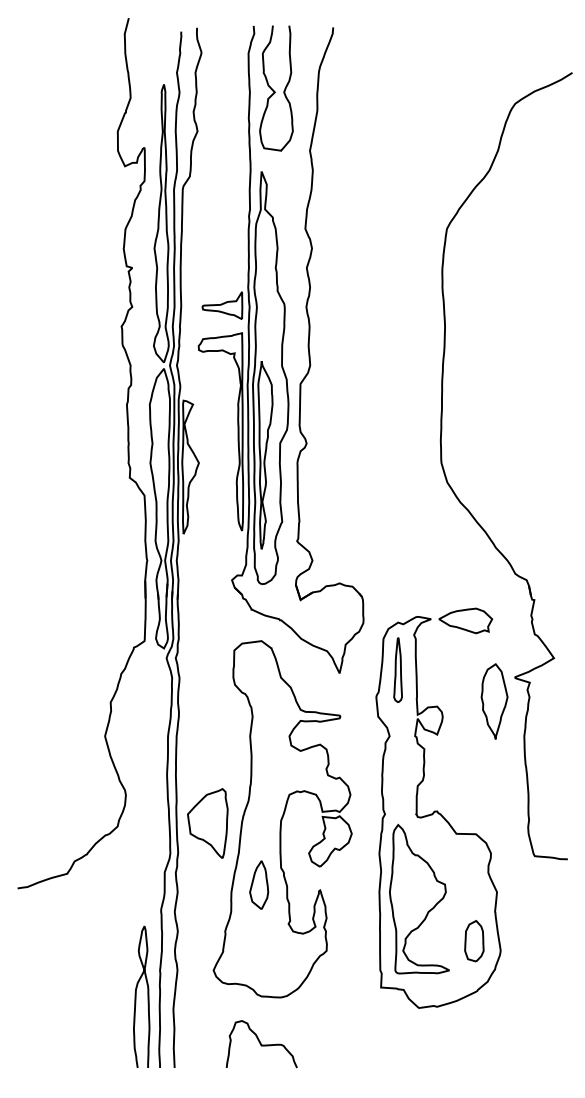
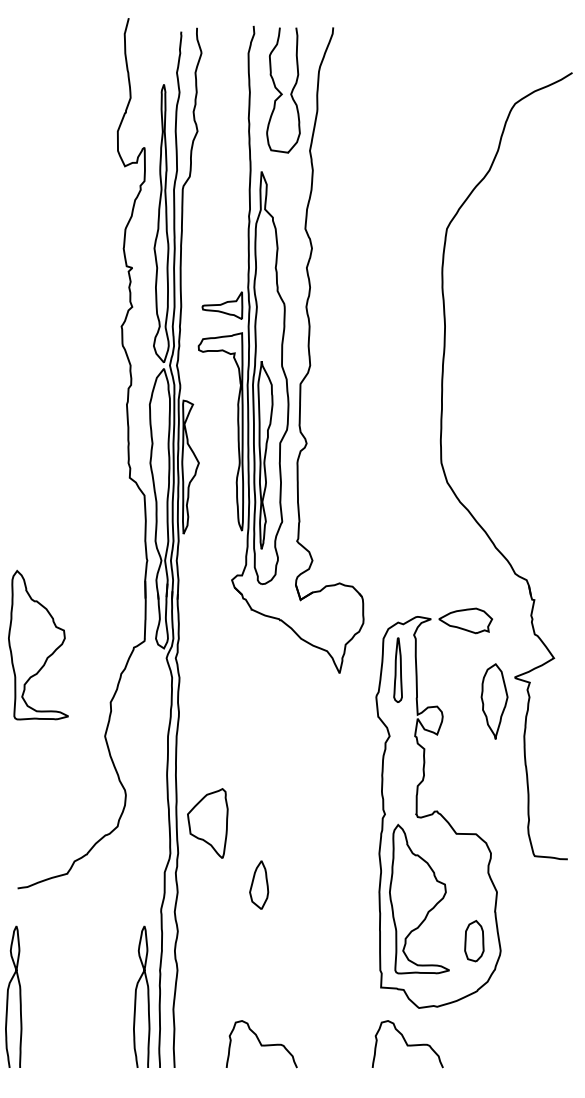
curve at (274, 90) position: (274, 90) -> (281, 92)
part at (38, 644): none -> present
part at (282, 819): present -> none
curve at (8, 996): none -> present
curve at (407, 1044): none -> present
